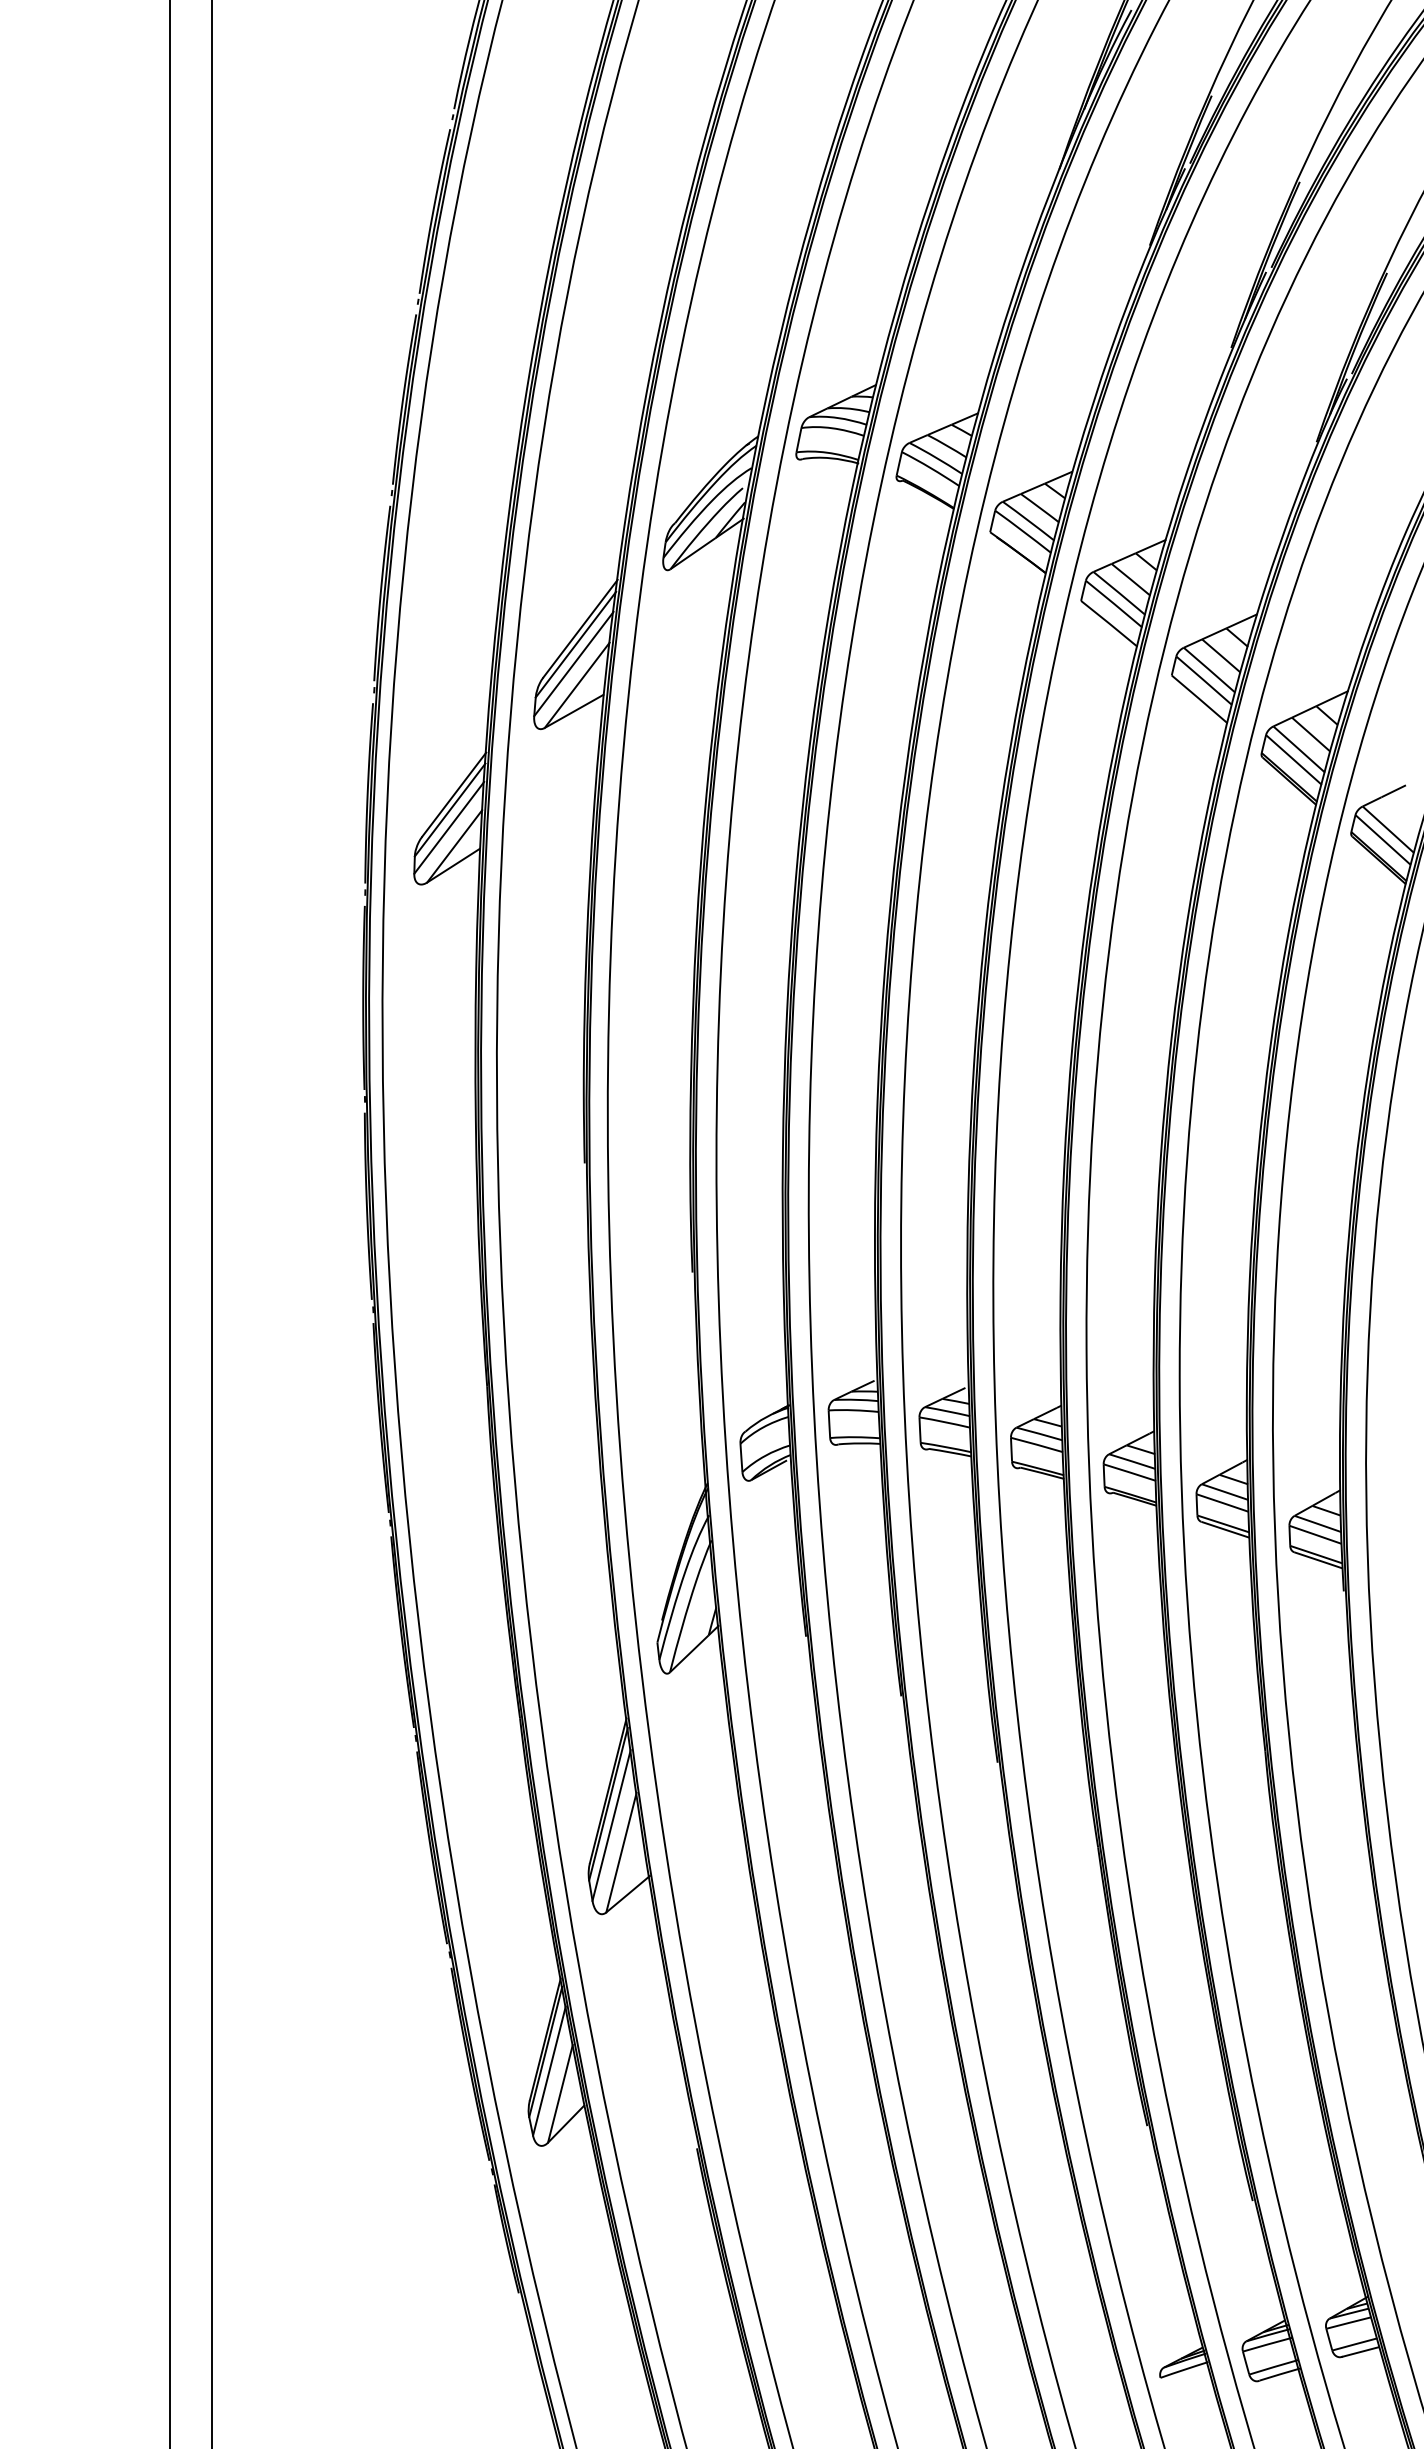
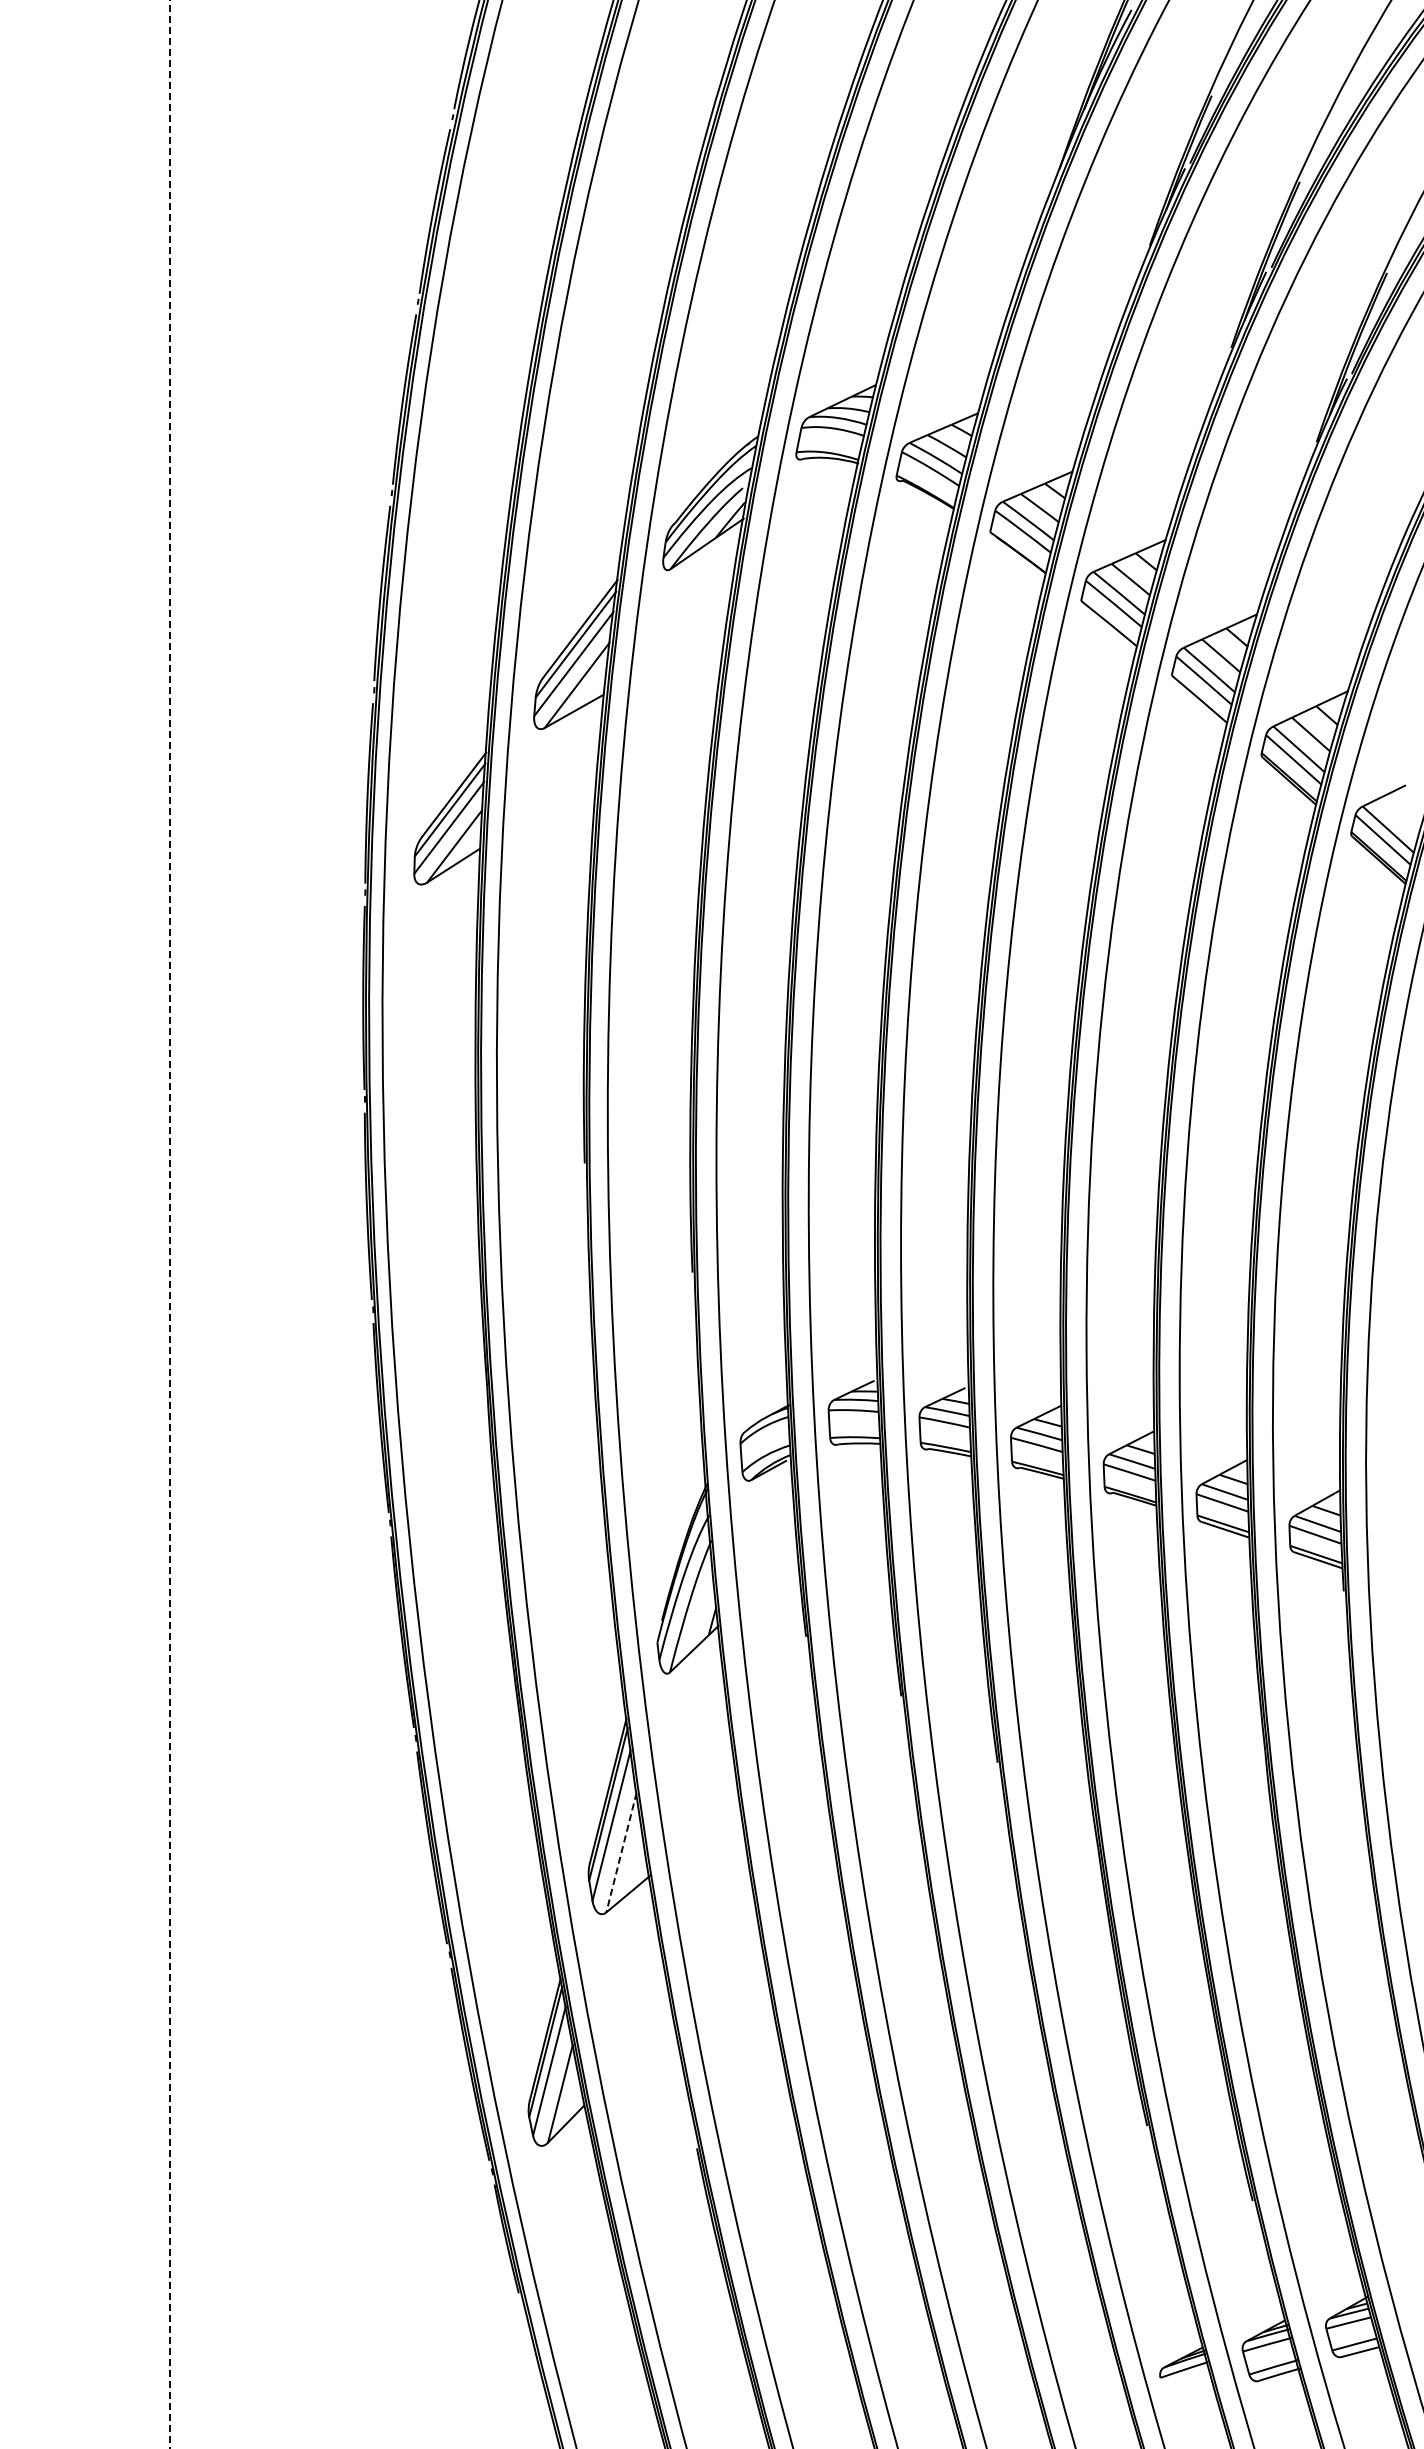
line at (211, 1223): present -> none
line at (169, 1224): solid -> dashed
line at (621, 1852): solid -> dashed
